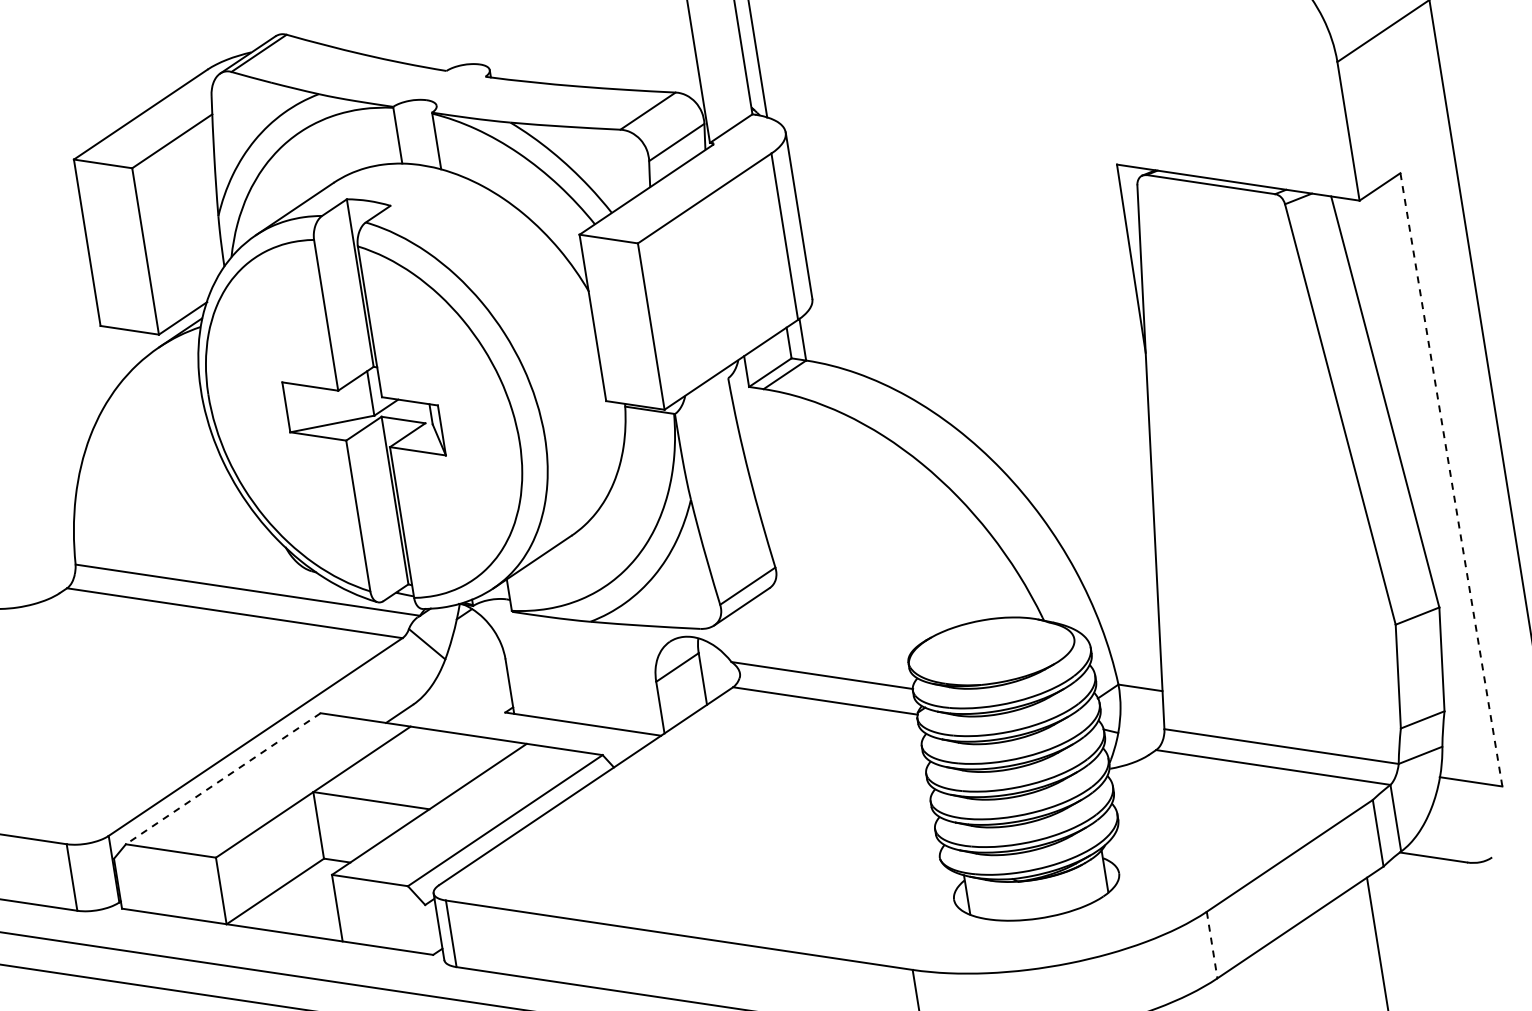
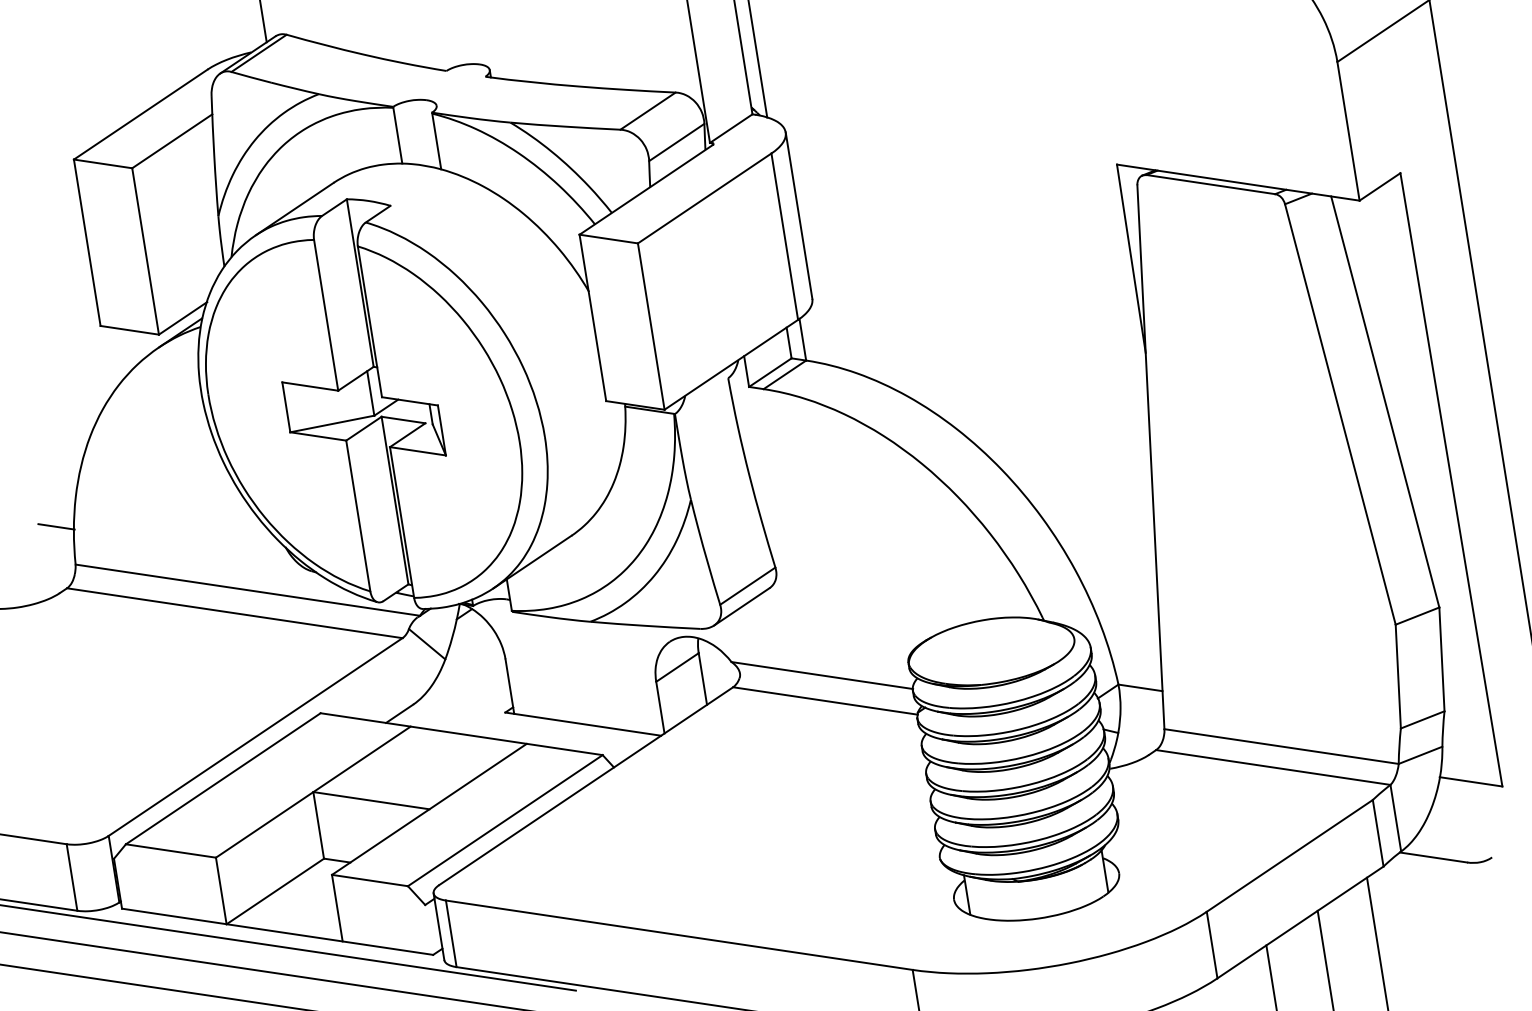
line at (263, 22): none -> present
line at (1451, 479): dashed -> solid
line at (56, 526): none -> present
line at (222, 779): dashed -> solid
line at (1212, 945): dashed -> solid
line at (288, 947): none -> present
line at (1325, 958): none -> present
line at (1271, 976): none -> present
